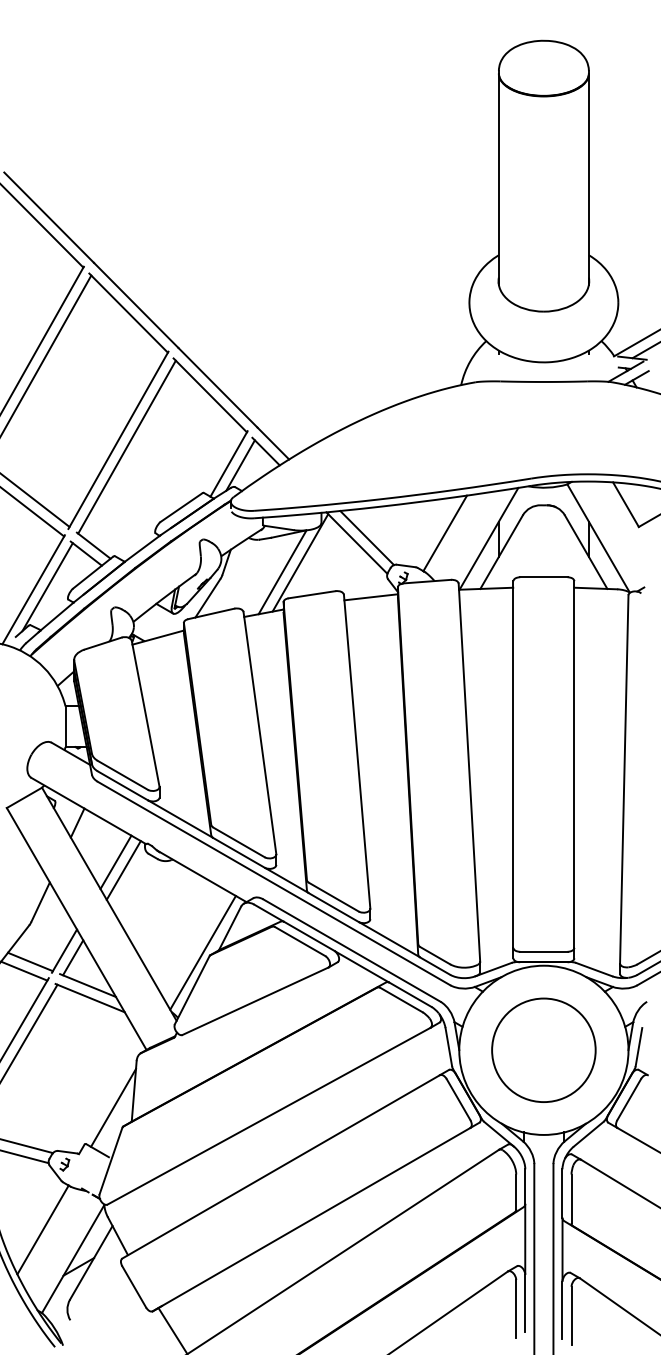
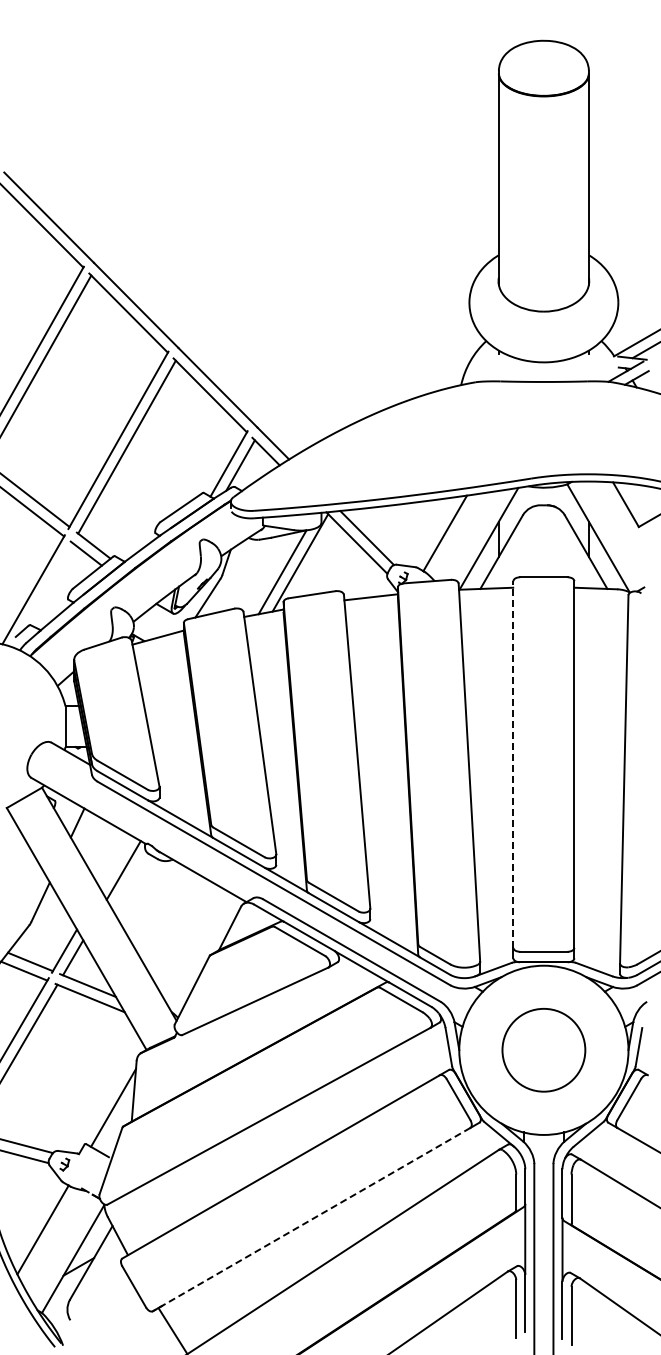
line at (47, 587): present -> none
line at (513, 764): solid -> dashed
line at (115, 862): present -> none
line at (202, 952): present -> none
circle at (543, 1049) size: 106x106 px -> 86x85 px
line at (311, 1219): solid -> dashed
